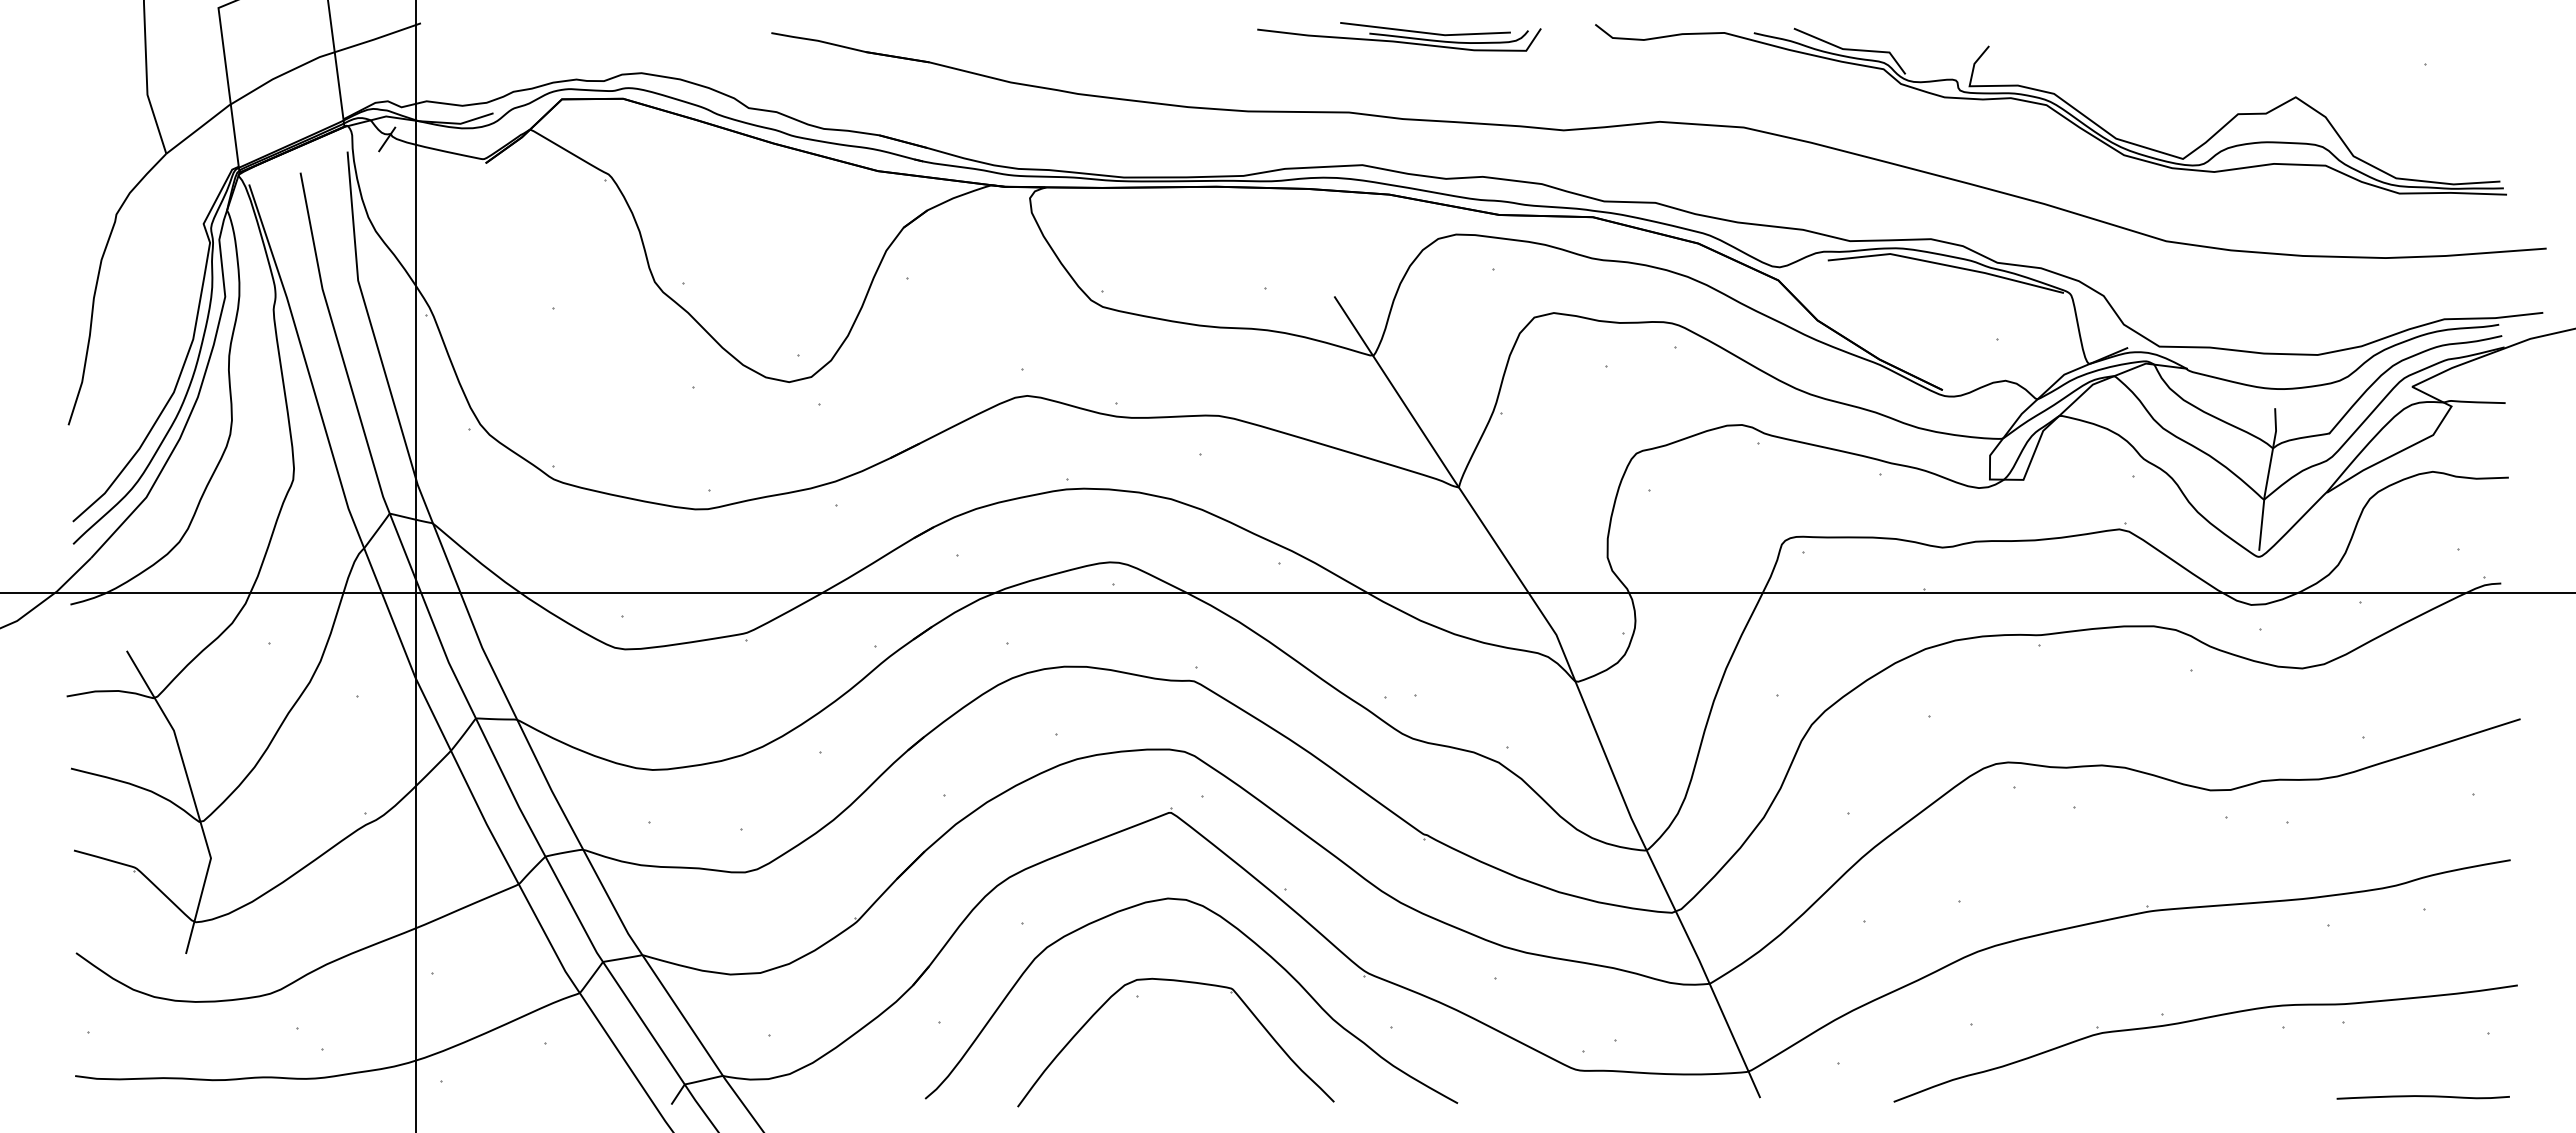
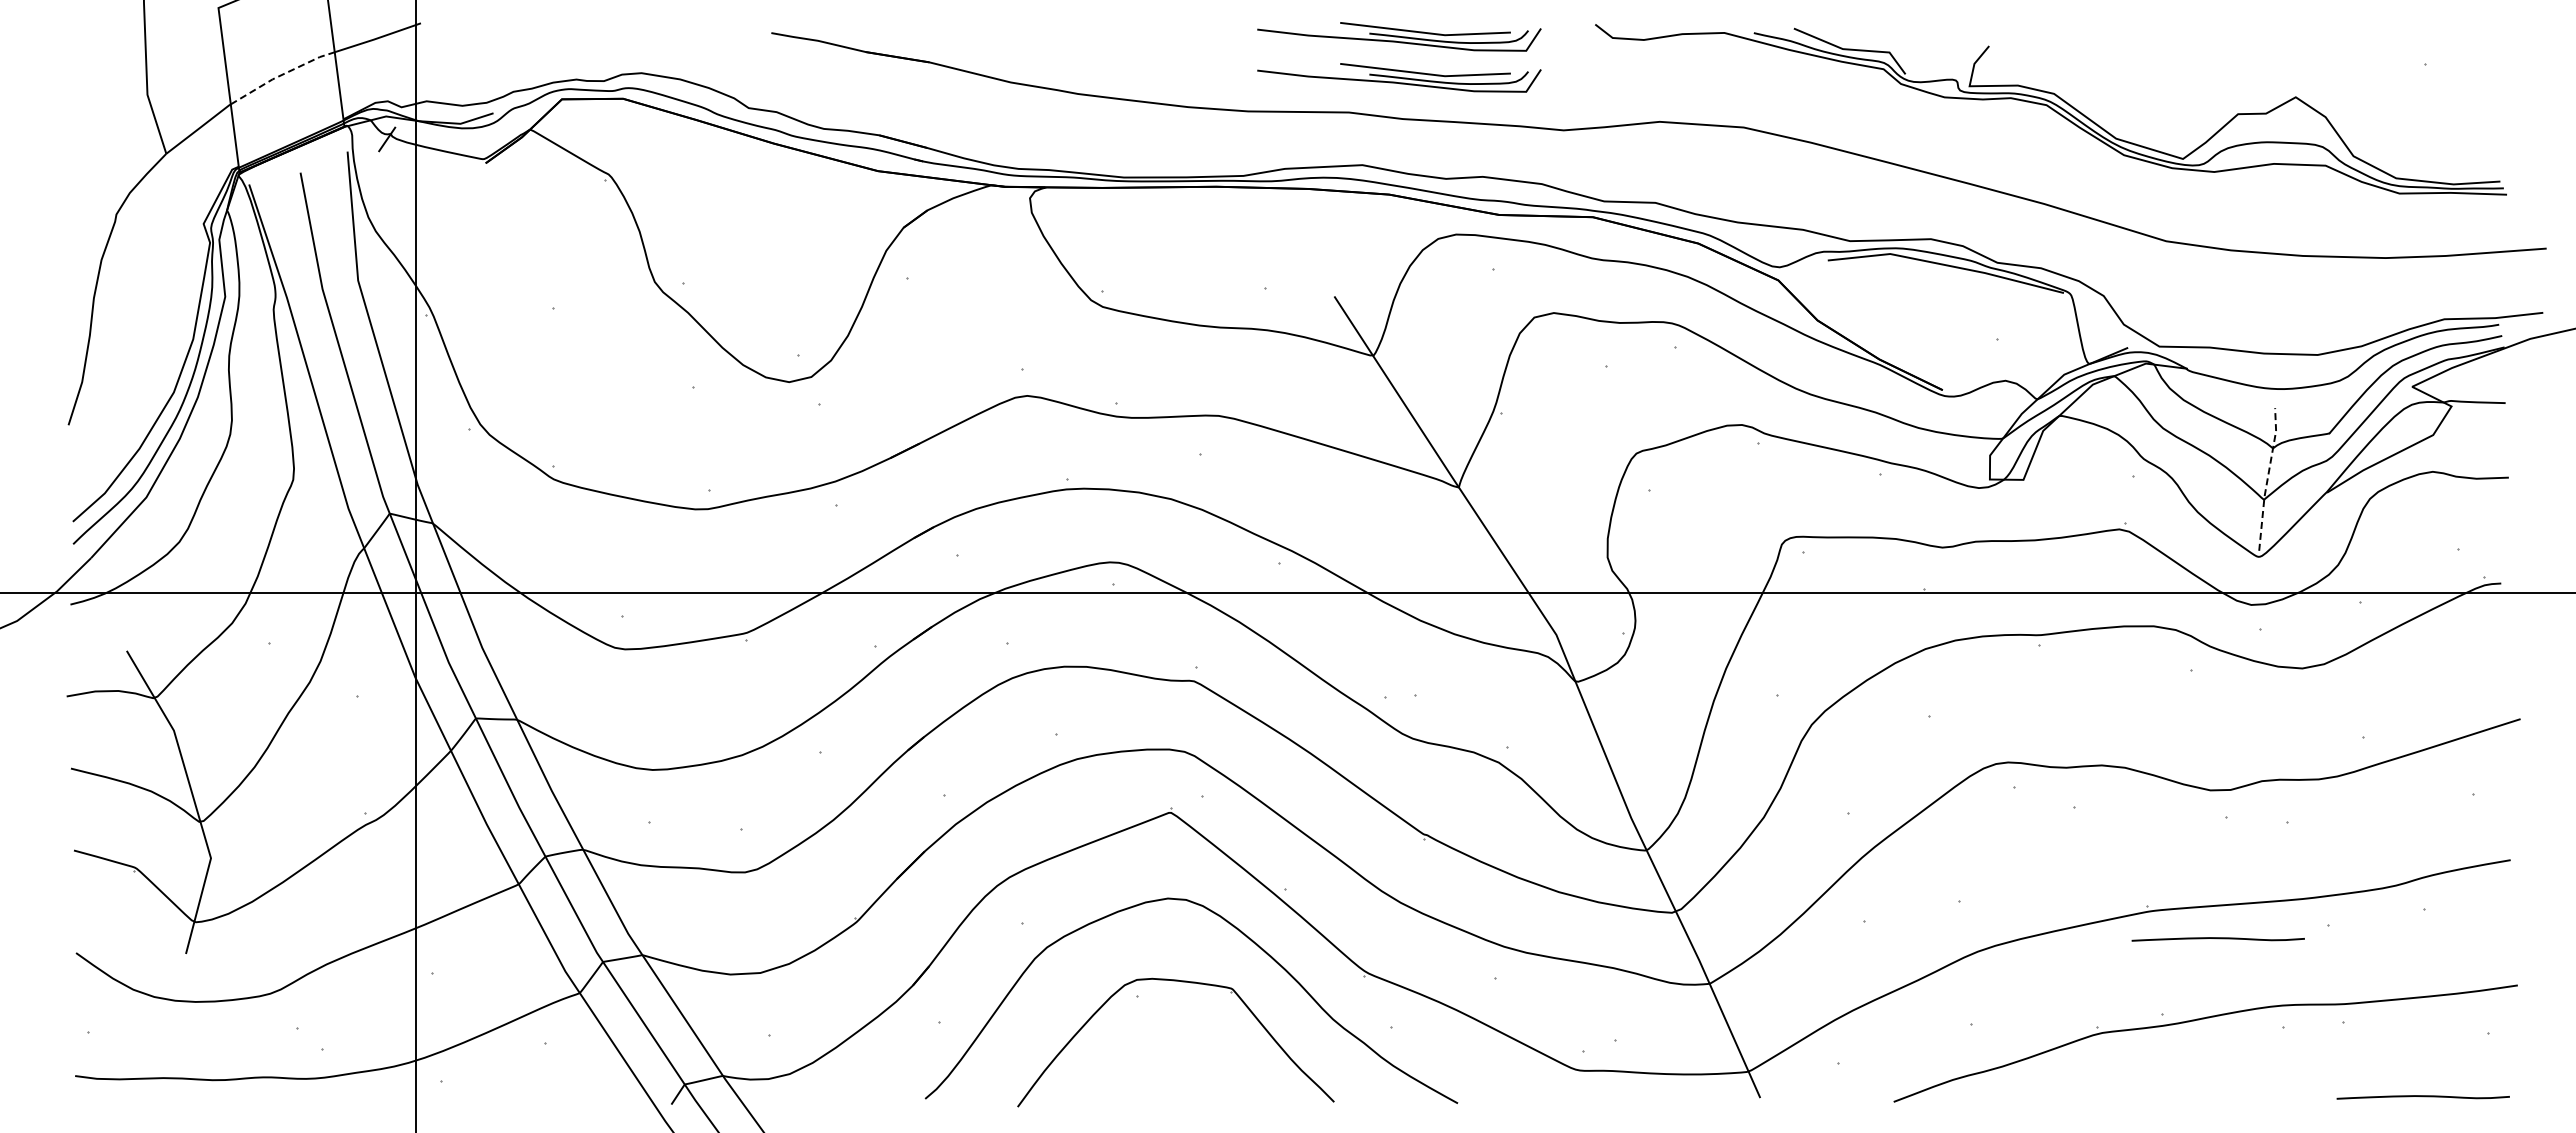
line at (281, 75): solid -> dashed
part at (1399, 77): none -> present
line at (2267, 479): solid -> dashed
curve at (2217, 939): none -> present
